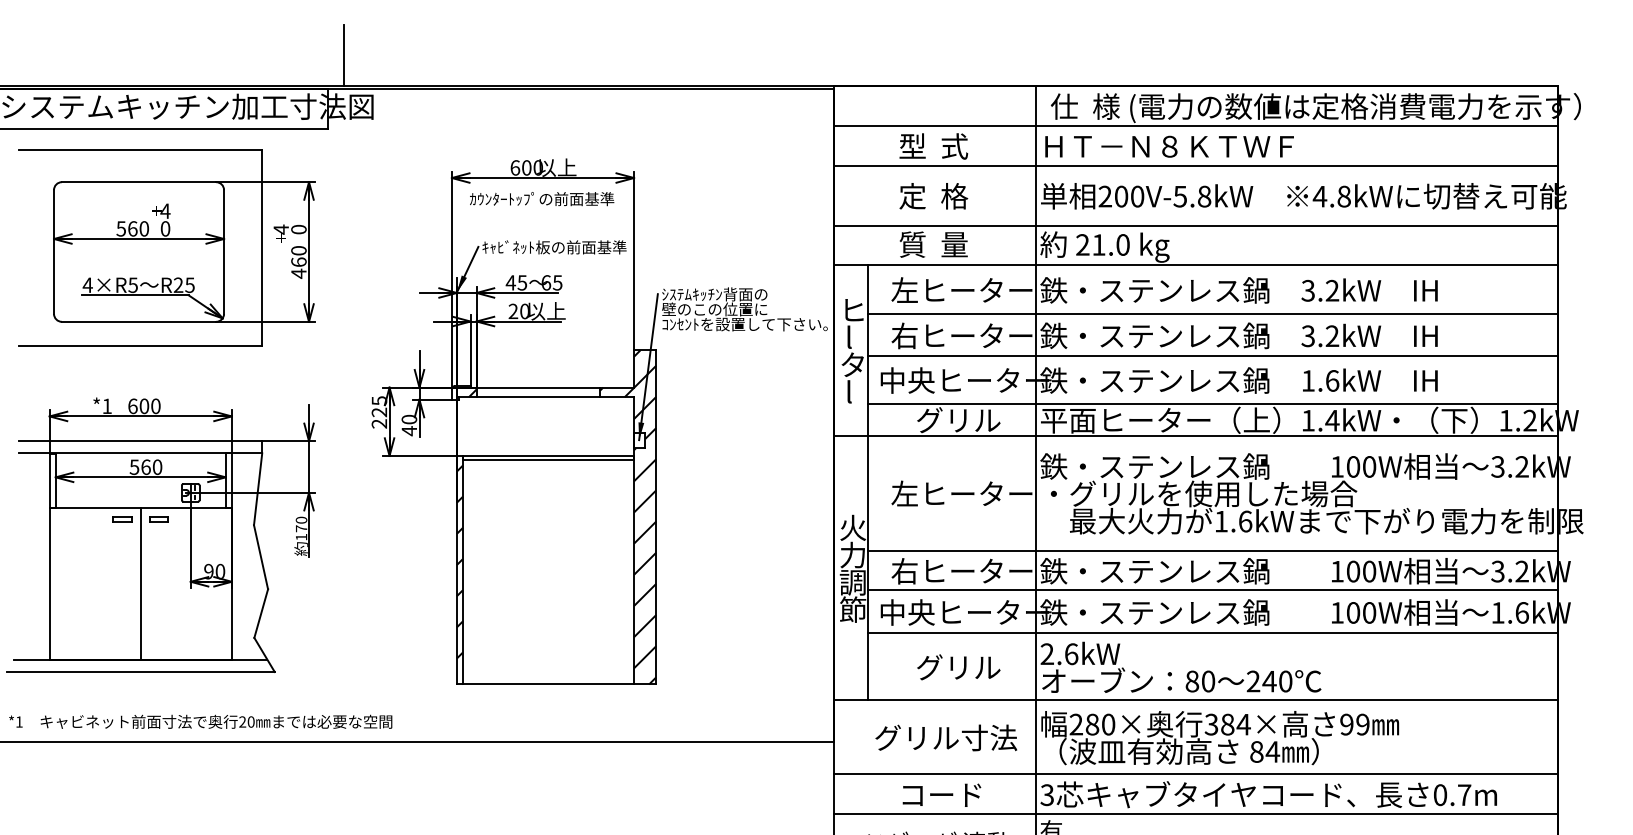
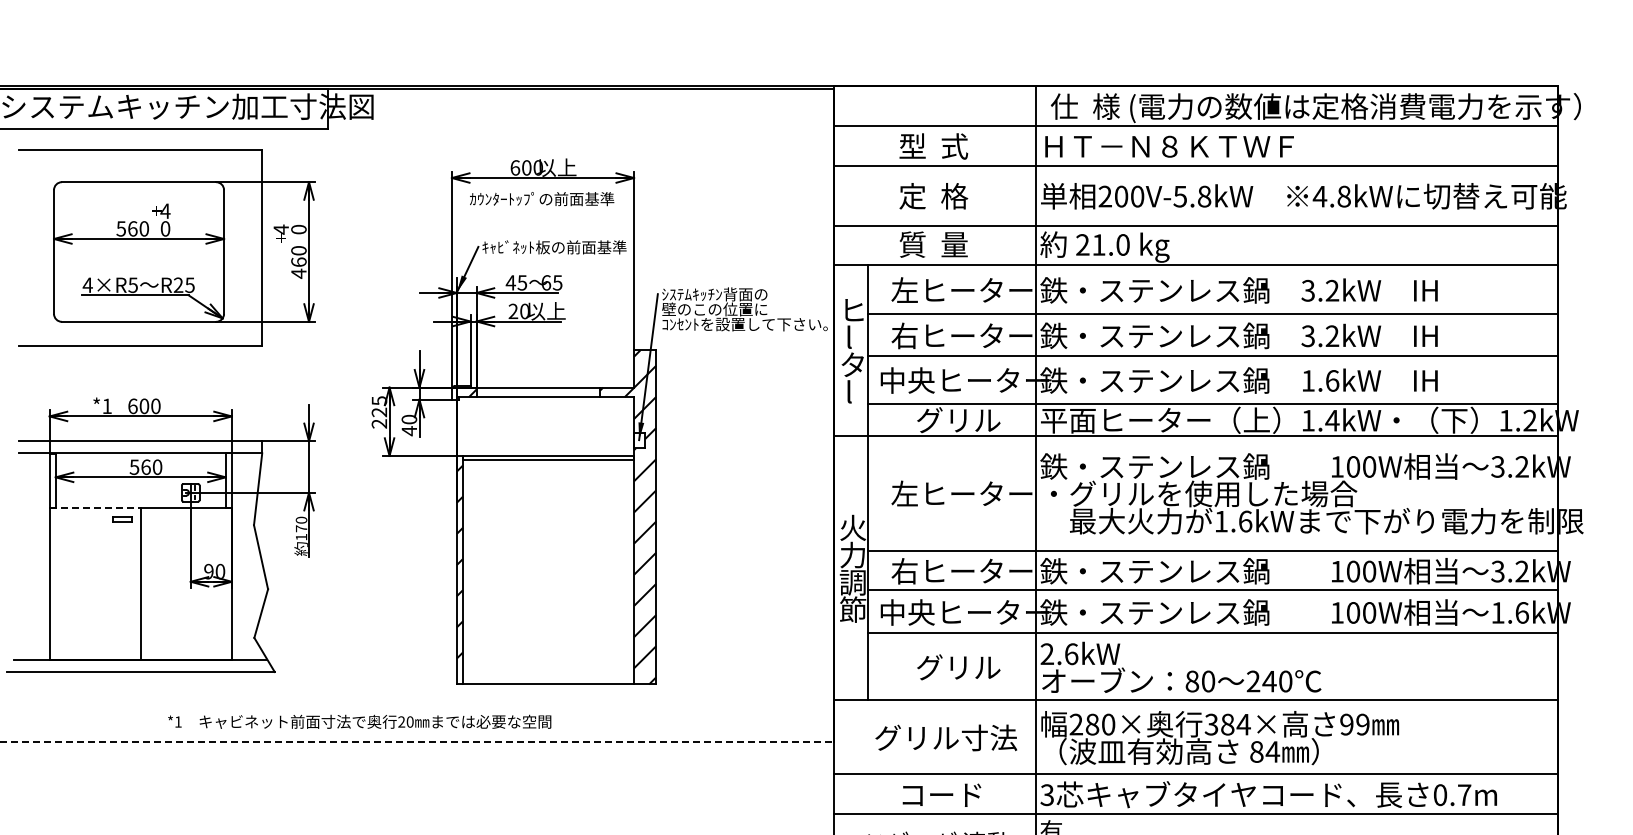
line at (343, 55): present -> none
line at (95, 508): solid -> dashed
part at (158, 519): present -> none
text at (200, 721) position: (200, 721) -> (359, 721)
line at (417, 742): solid -> dashed
